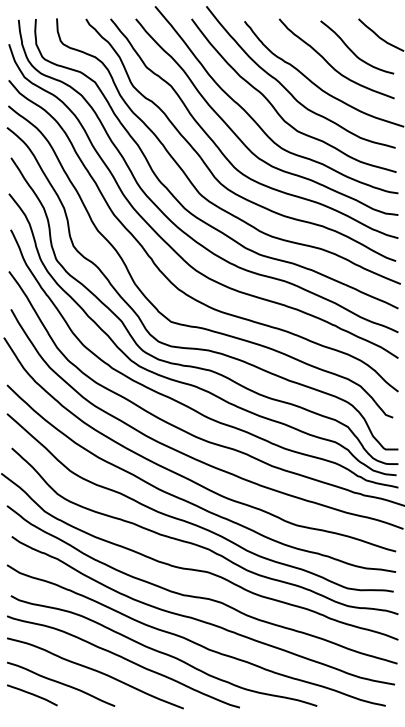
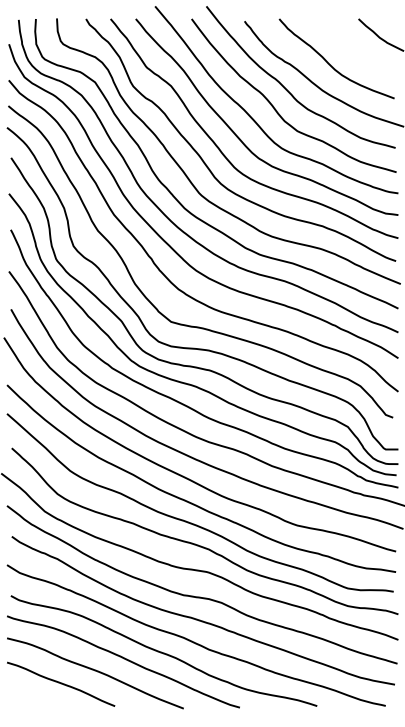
curve at (353, 51): present -> none
curve at (32, 695): present -> none
